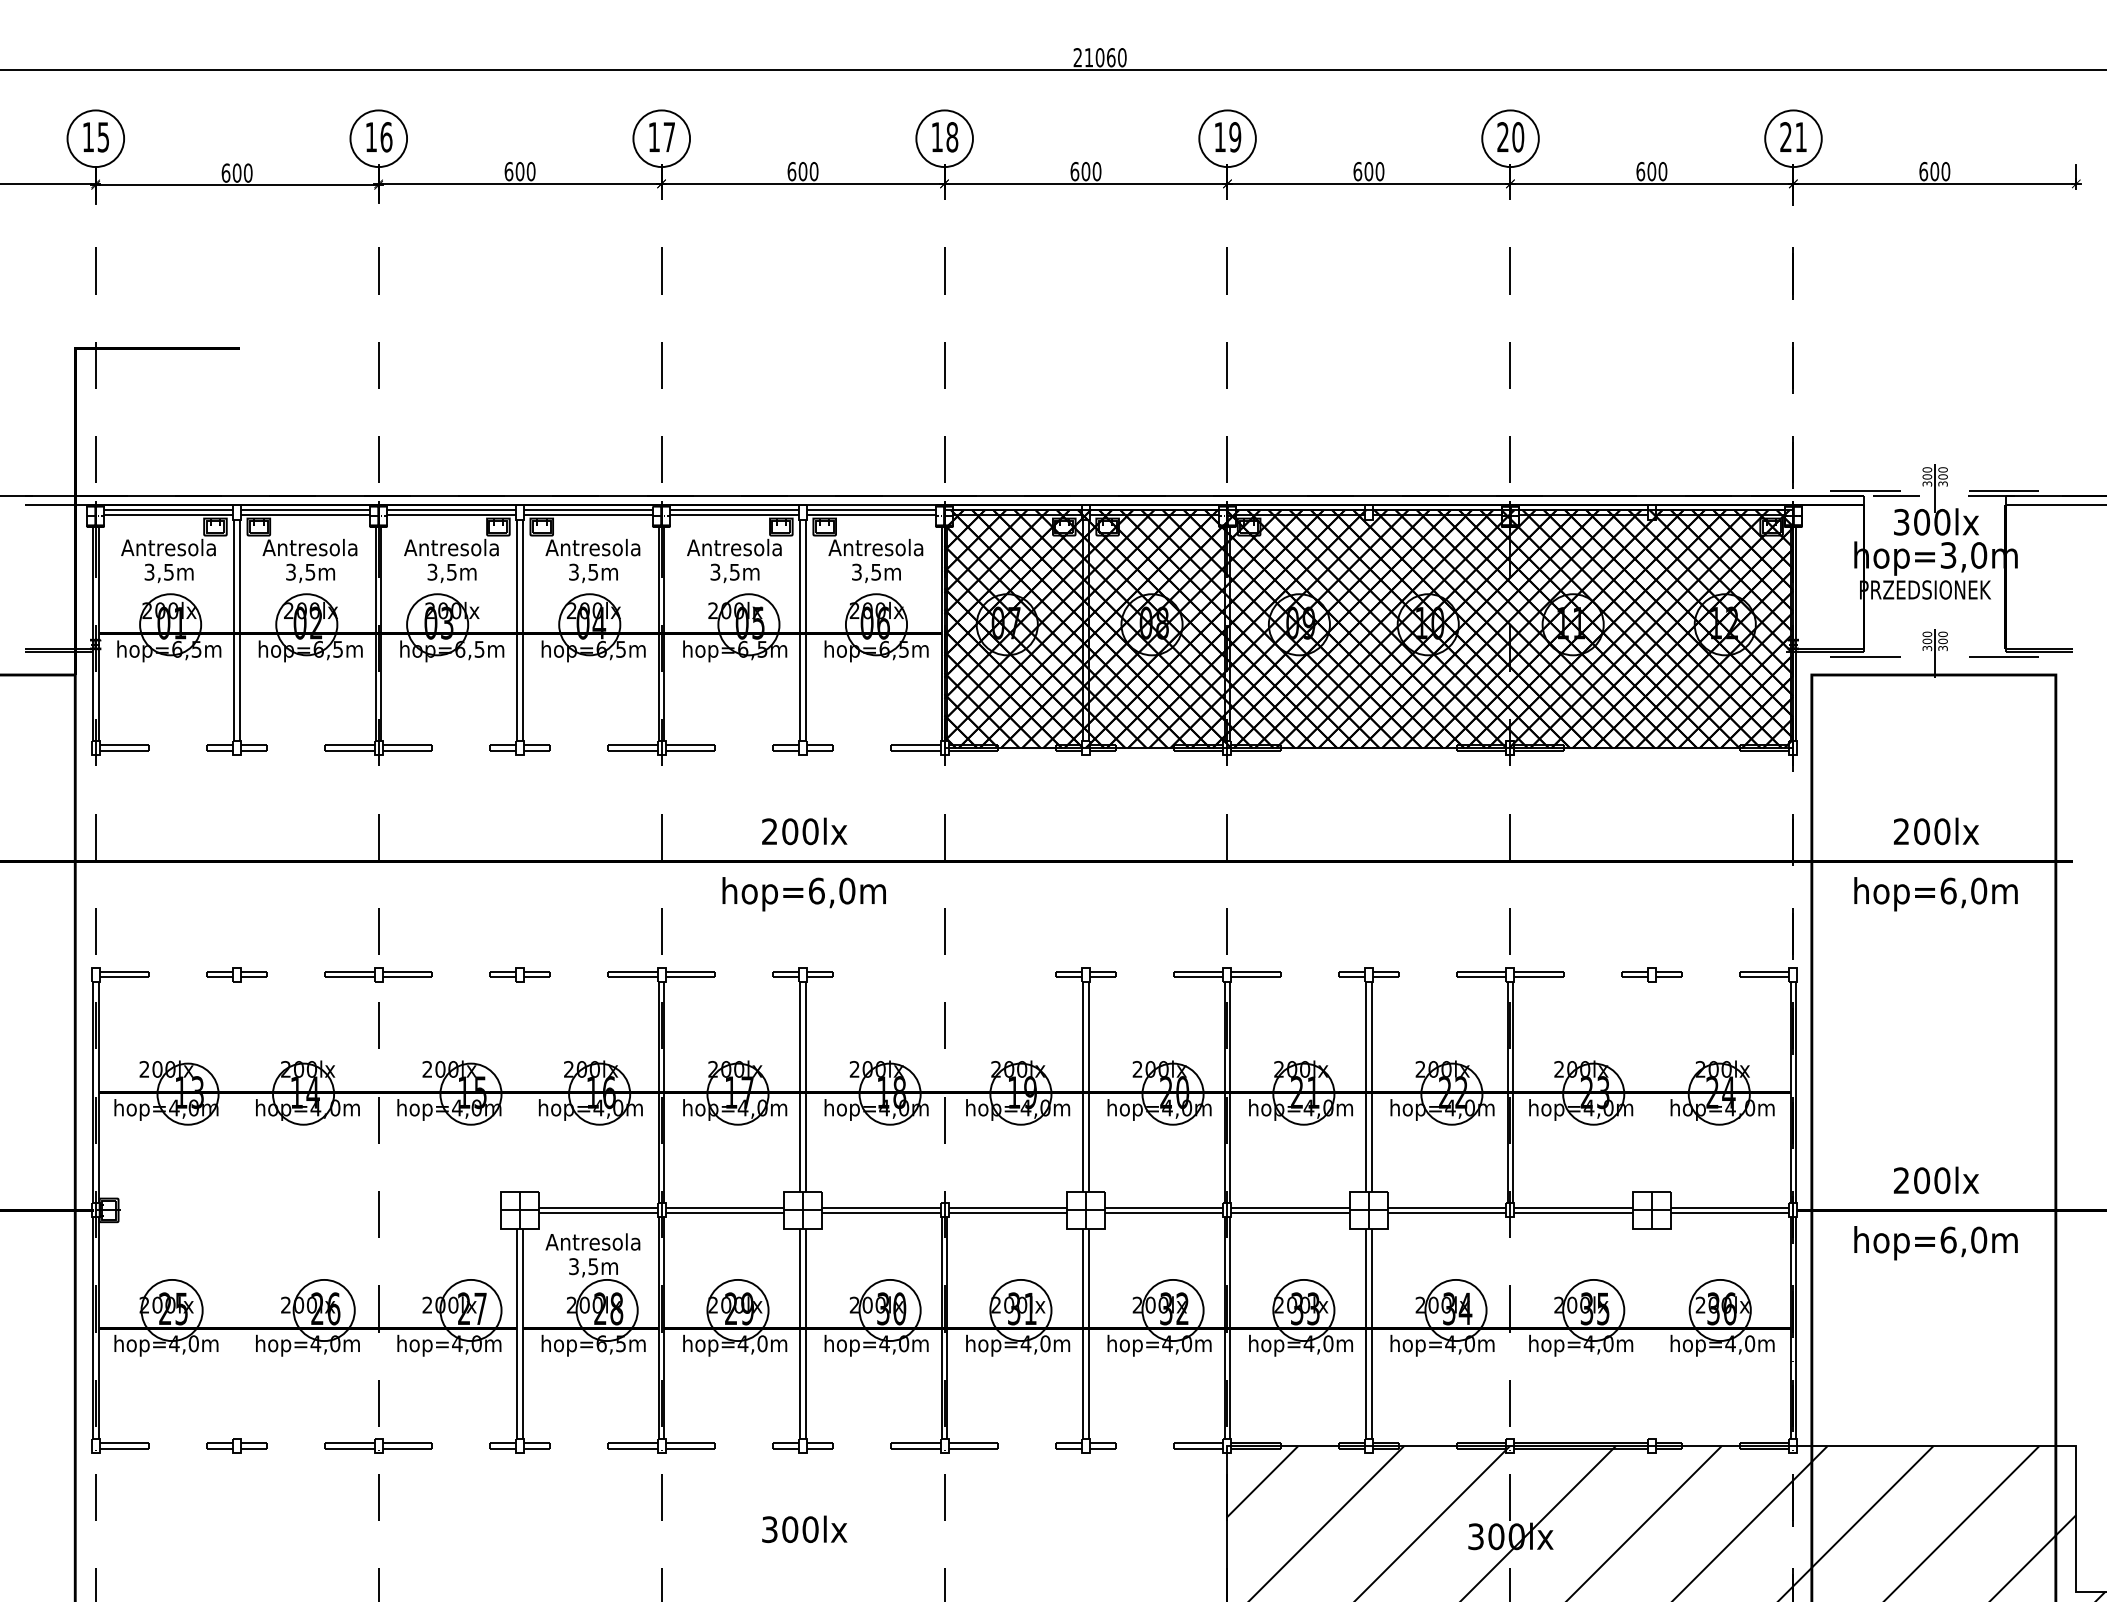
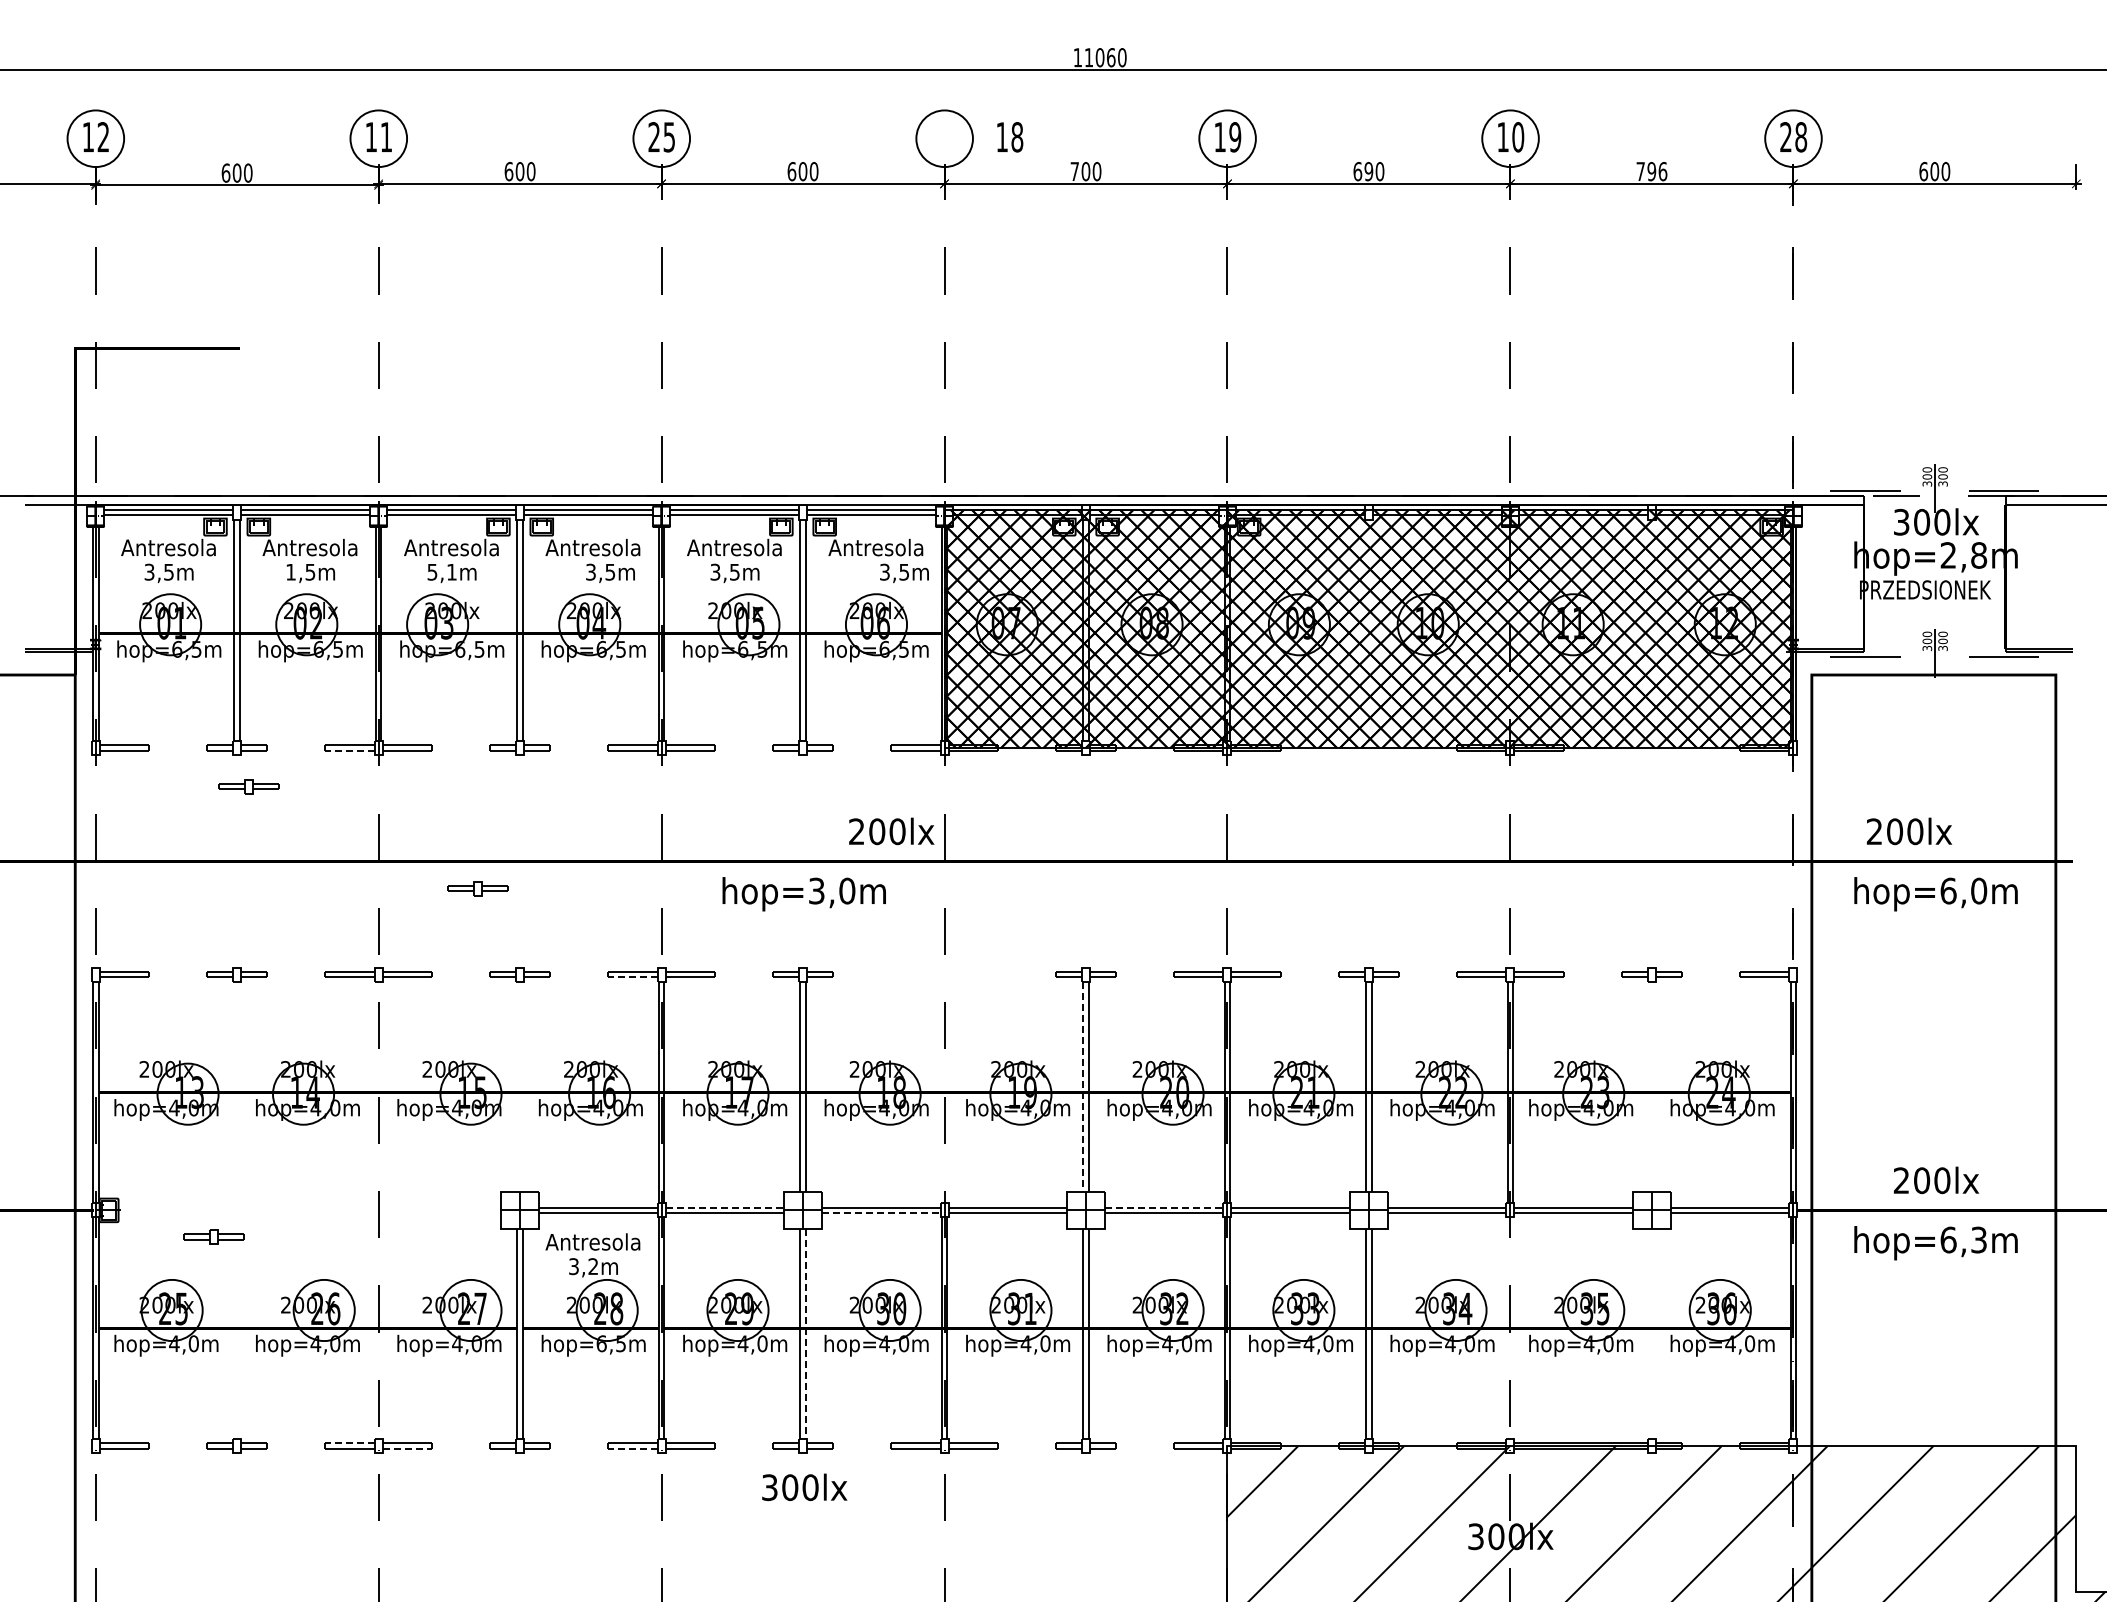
text at (1077, 57): 21060 -> 11060
text at (1502, 136): 20 -> 10
text at (102, 137): 15 -> 12
text at (386, 137): 16 -> 11
text at (661, 137): 17 -> 25
text at (945, 137) position: (945, 137) -> (1010, 137)
text at (1801, 137): 21 -> 28
text at (1074, 171): 600 -> 700
text at (1368, 171): 600 -> 690
text at (1651, 171): 600 -> 796
text at (1963, 555): hop=3,0m -> hop=2,8m
text at (290, 571): 3,5m -> 1,5m
text at (442, 571): 3,5m -> 5,1m
text at (593, 572) position: (593, 572) -> (610, 572)
text at (876, 573) position: (876, 573) -> (904, 573)
line at (349, 751): solid -> dashed
part at (248, 786): none -> present
text at (804, 831) position: (804, 831) -> (891, 831)
text at (1936, 831) position: (1936, 831) -> (1909, 831)
part at (477, 888): none -> present
text at (816, 890): hop=6,0m -> hop=3,0m
line at (632, 977): solid -> dashed
line at (1083, 1086): solid -> dashed
line at (725, 1207): solid -> dashed
line at (1164, 1207): solid -> dashed
line at (881, 1213): solid -> dashed
part at (213, 1236): none -> present
text at (1979, 1239): hop=6,0m -> hop=6,3m
text at (593, 1266): 3,5m -> 3,2m
line at (805, 1334): solid -> dashed
line at (349, 1443): solid -> dashed
line at (407, 1449): solid -> dashed
line at (632, 1449): solid -> dashed
text at (804, 1529) position: (804, 1529) -> (804, 1487)
